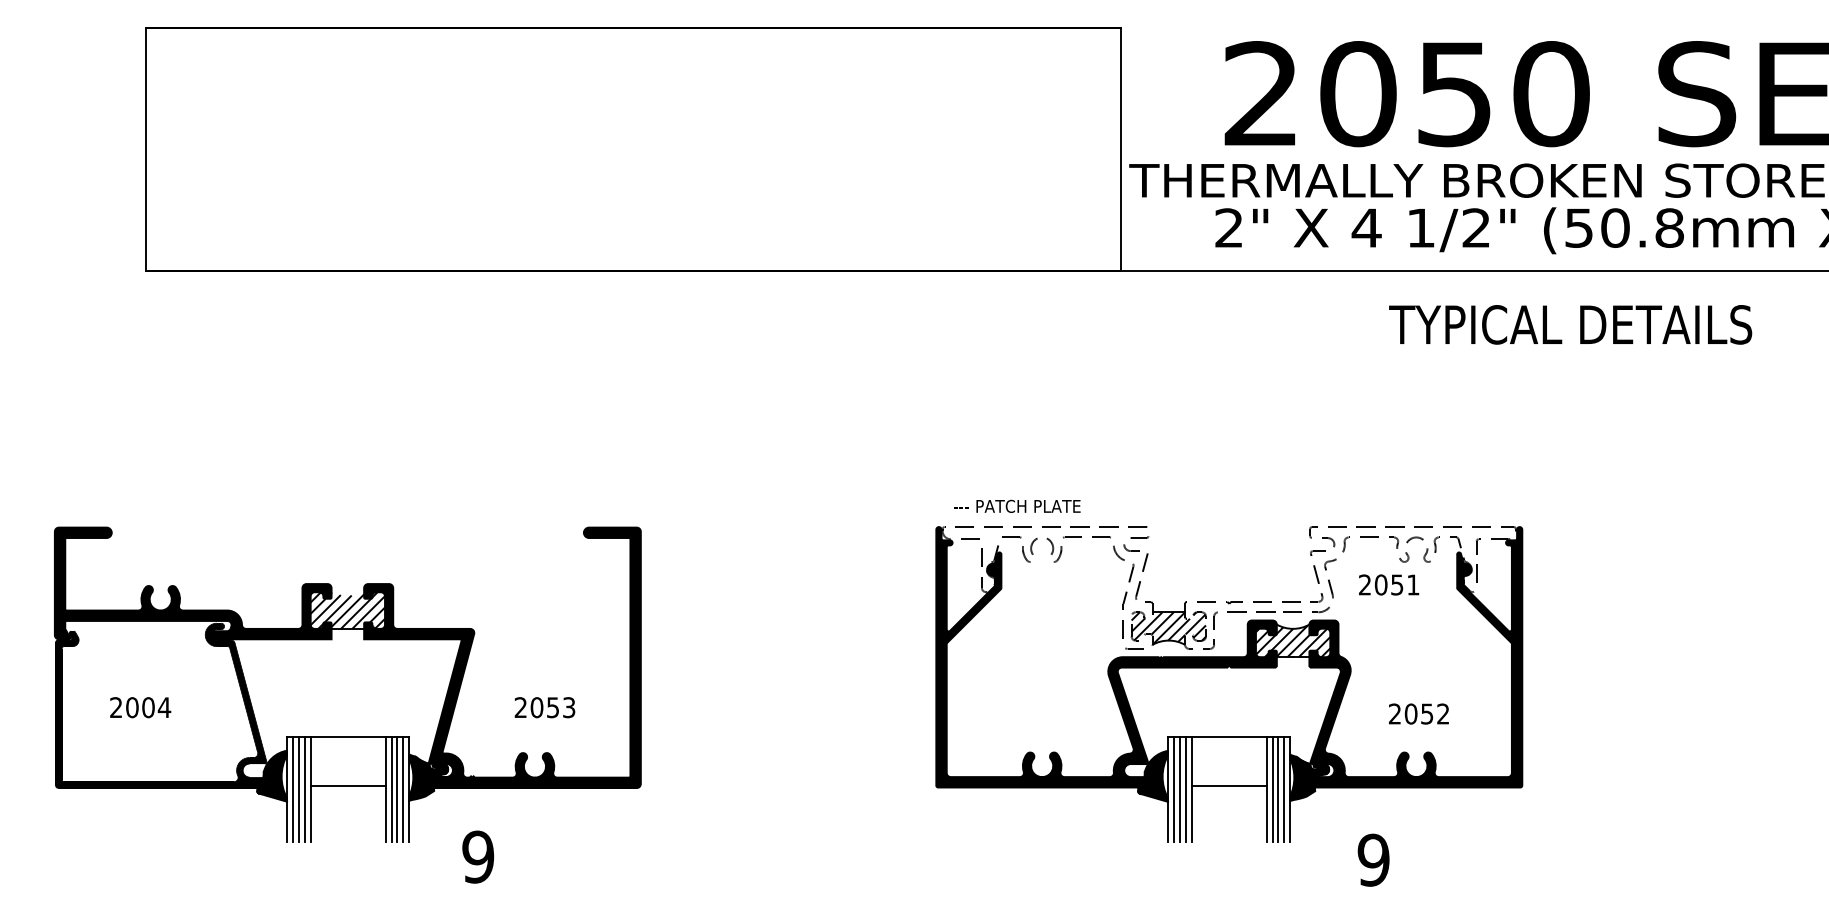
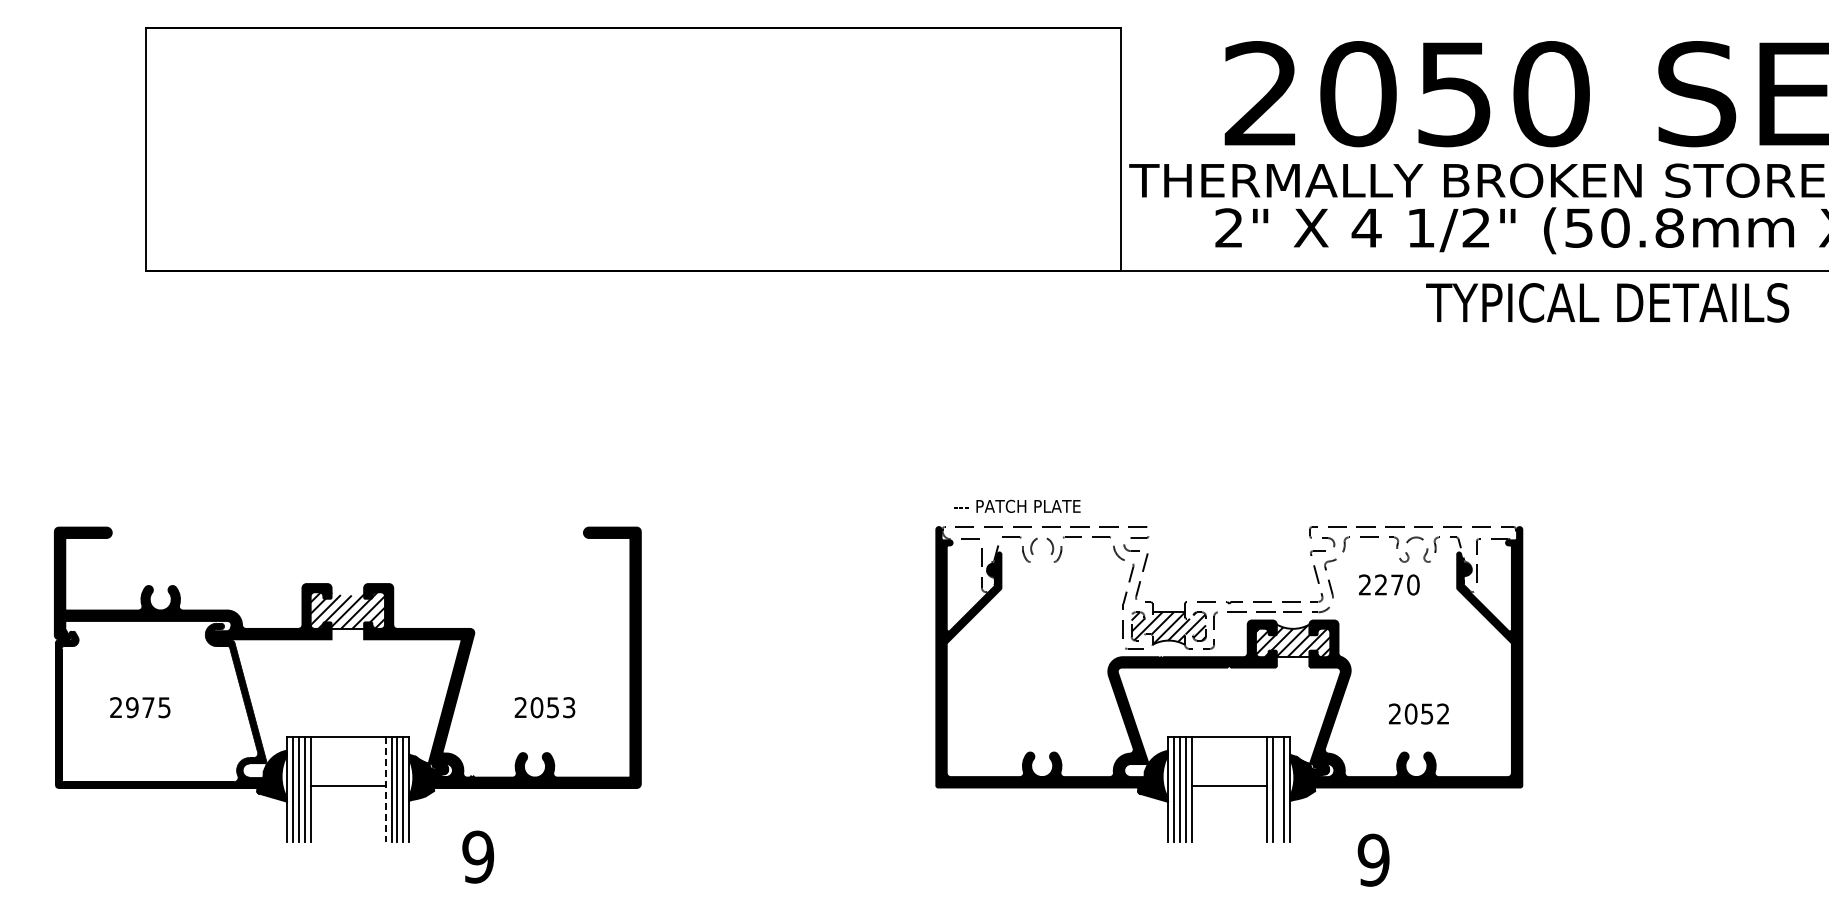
text at (1570, 324) position: (1570, 324) -> (1607, 302)
text at (1396, 584): 2051 -> 2270
text at (148, 707): 2004 -> 2975
line at (385, 789): solid -> dashed
line at (1278, 789): present -> none
